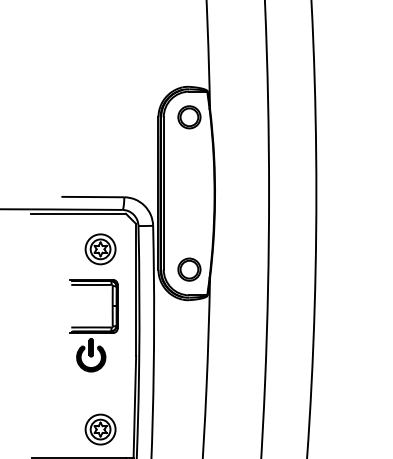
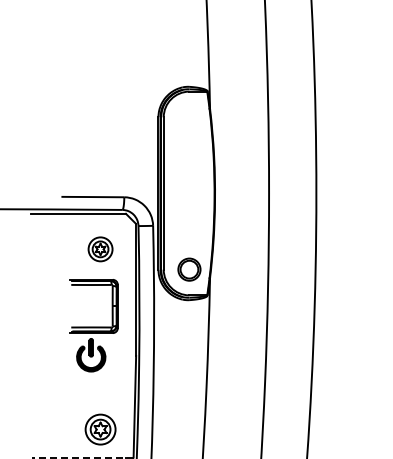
part at (189, 117): present -> none
part at (100, 249) size: 33x33 px -> 27x27 px
line at (82, 457): solid -> dashed
